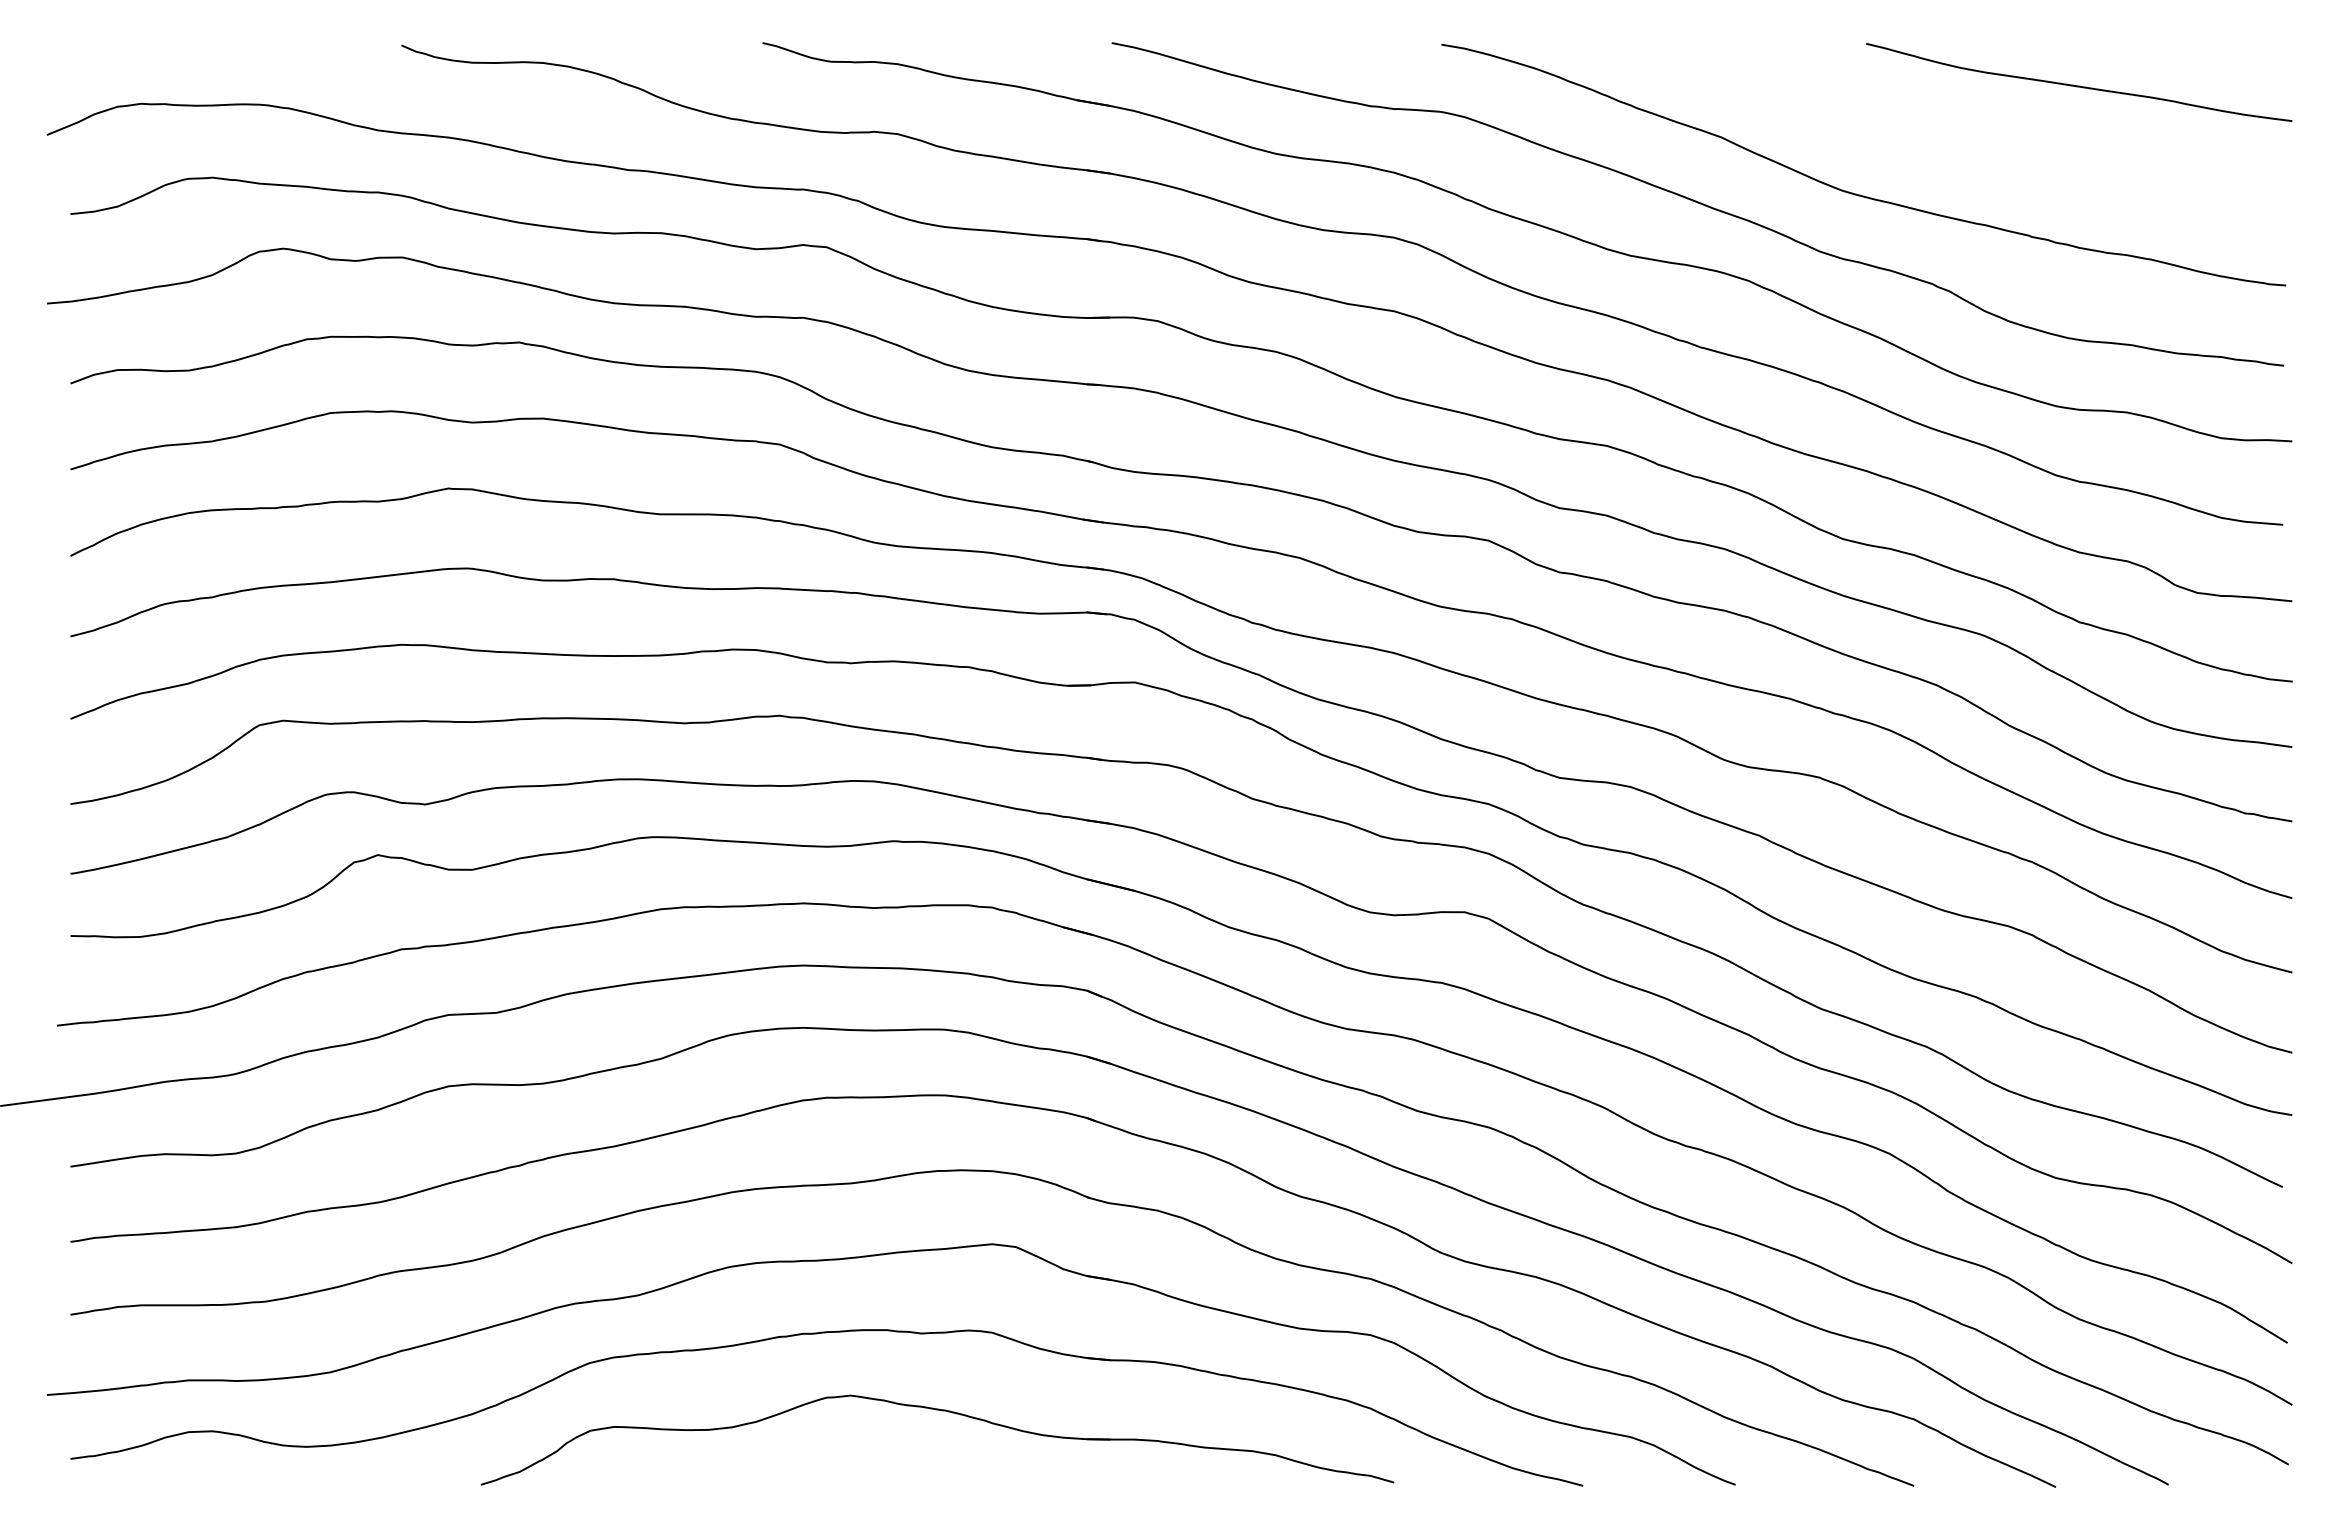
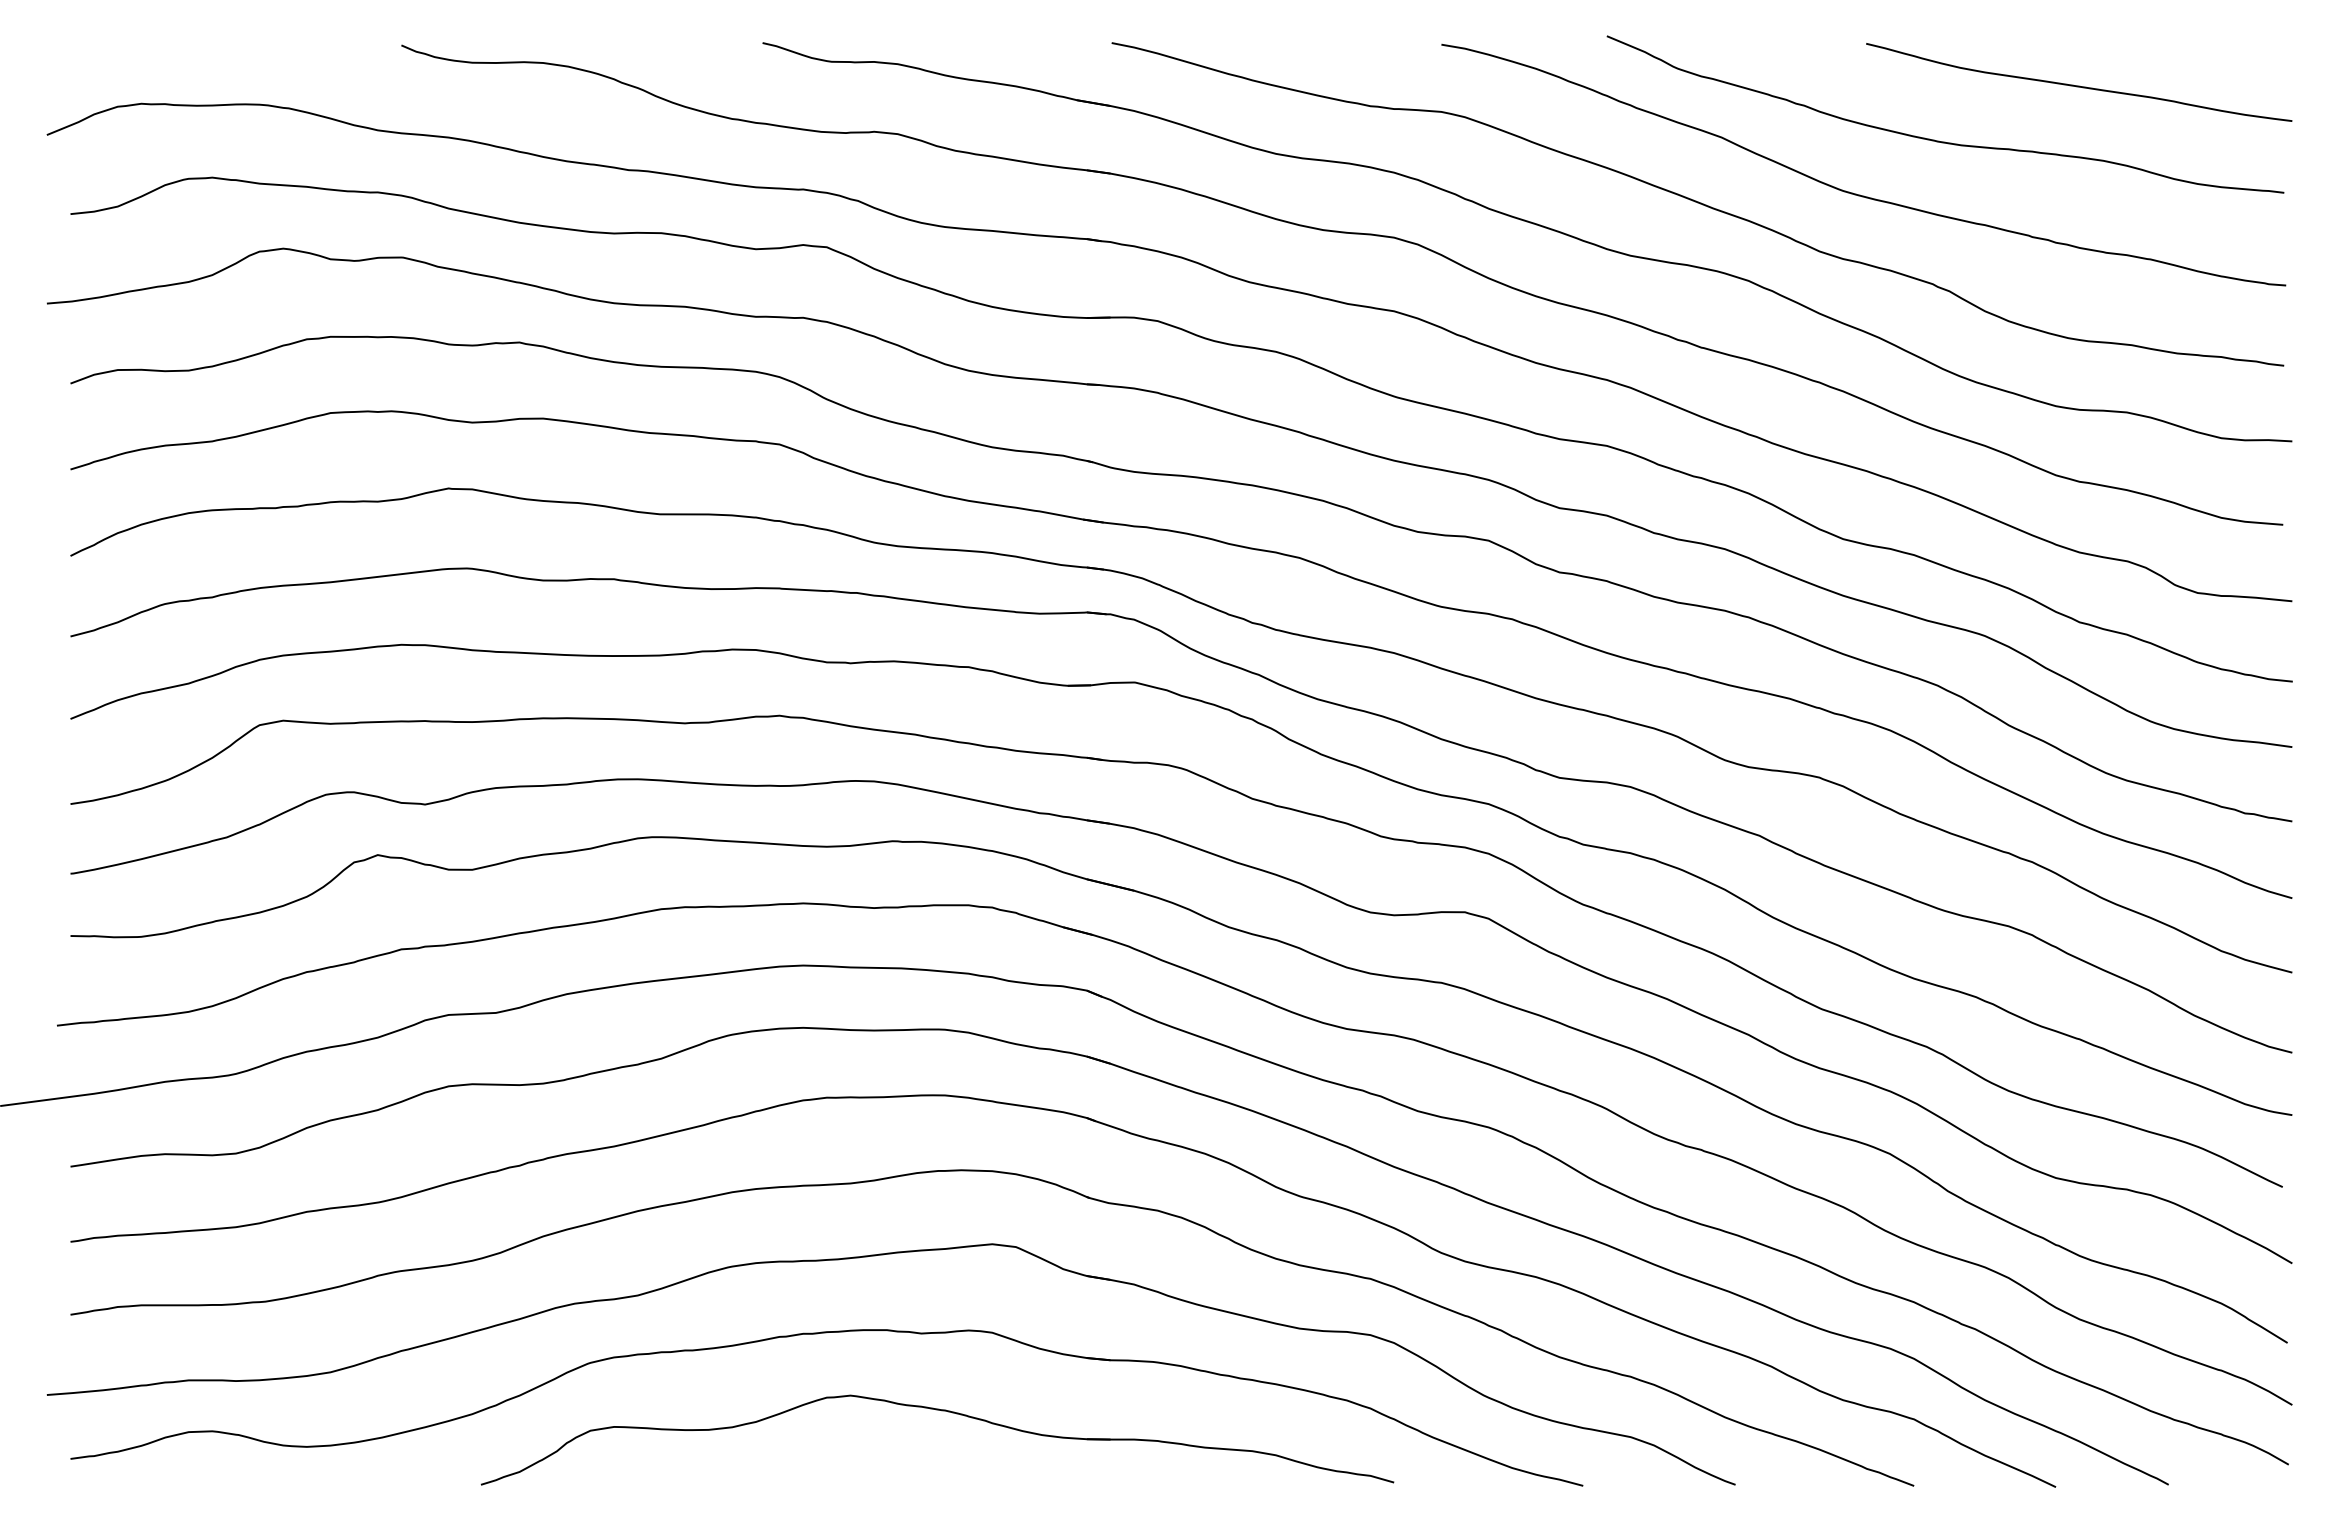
curve at (1939, 140): none -> present
